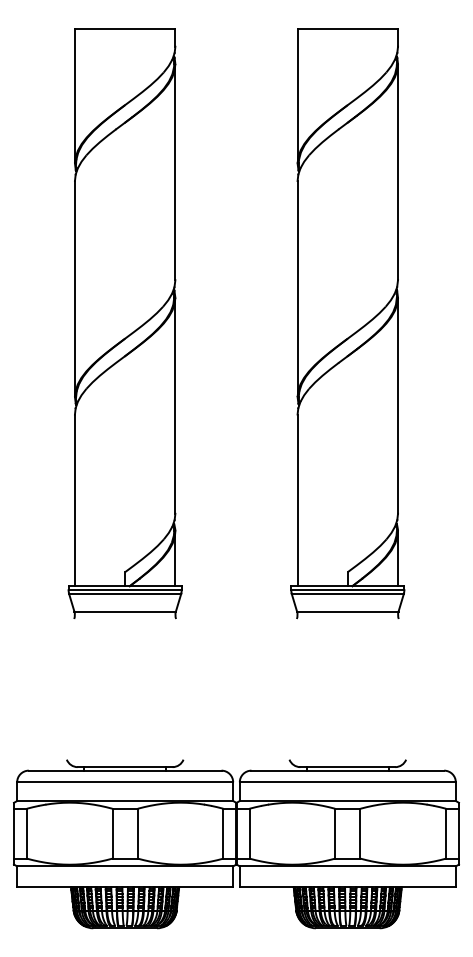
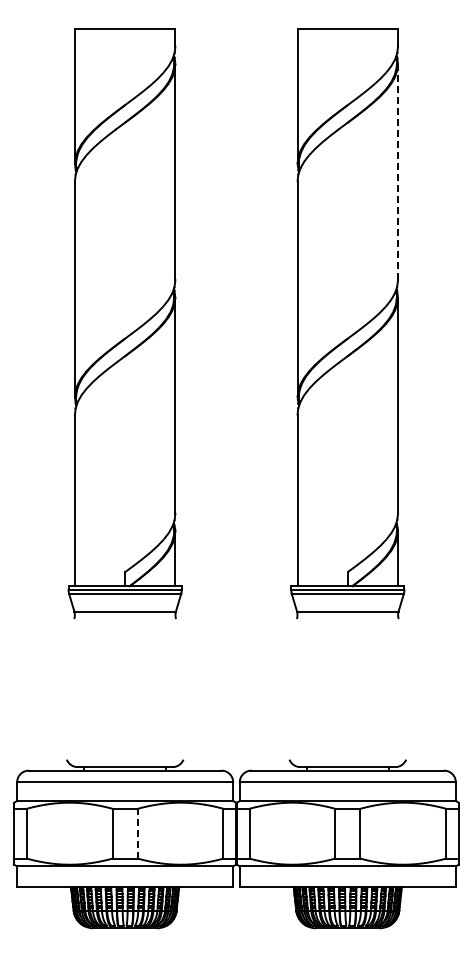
line at (398, 171): solid -> dashed
line at (137, 833): solid -> dashed
